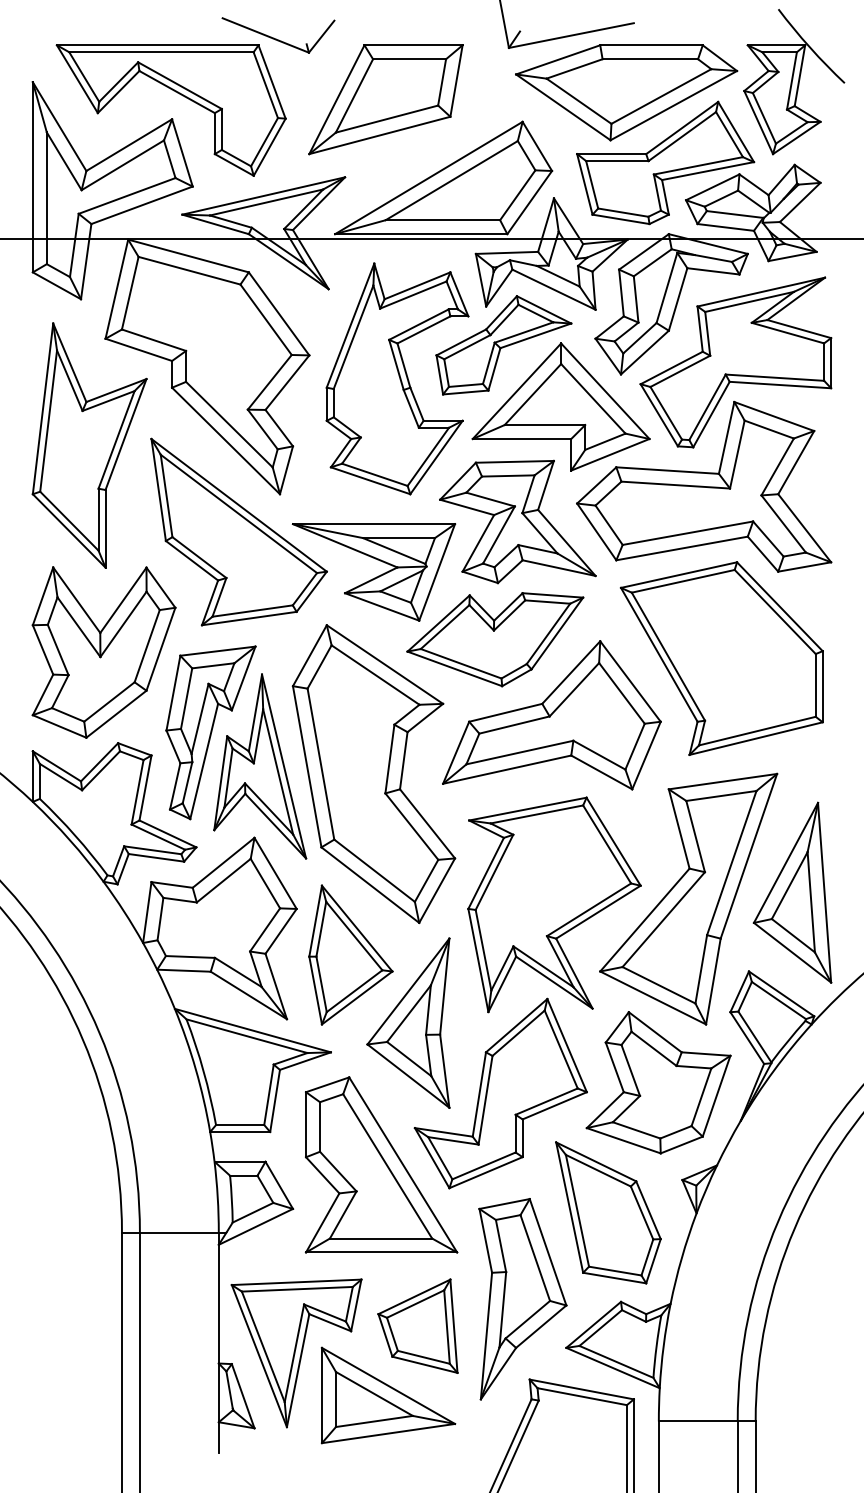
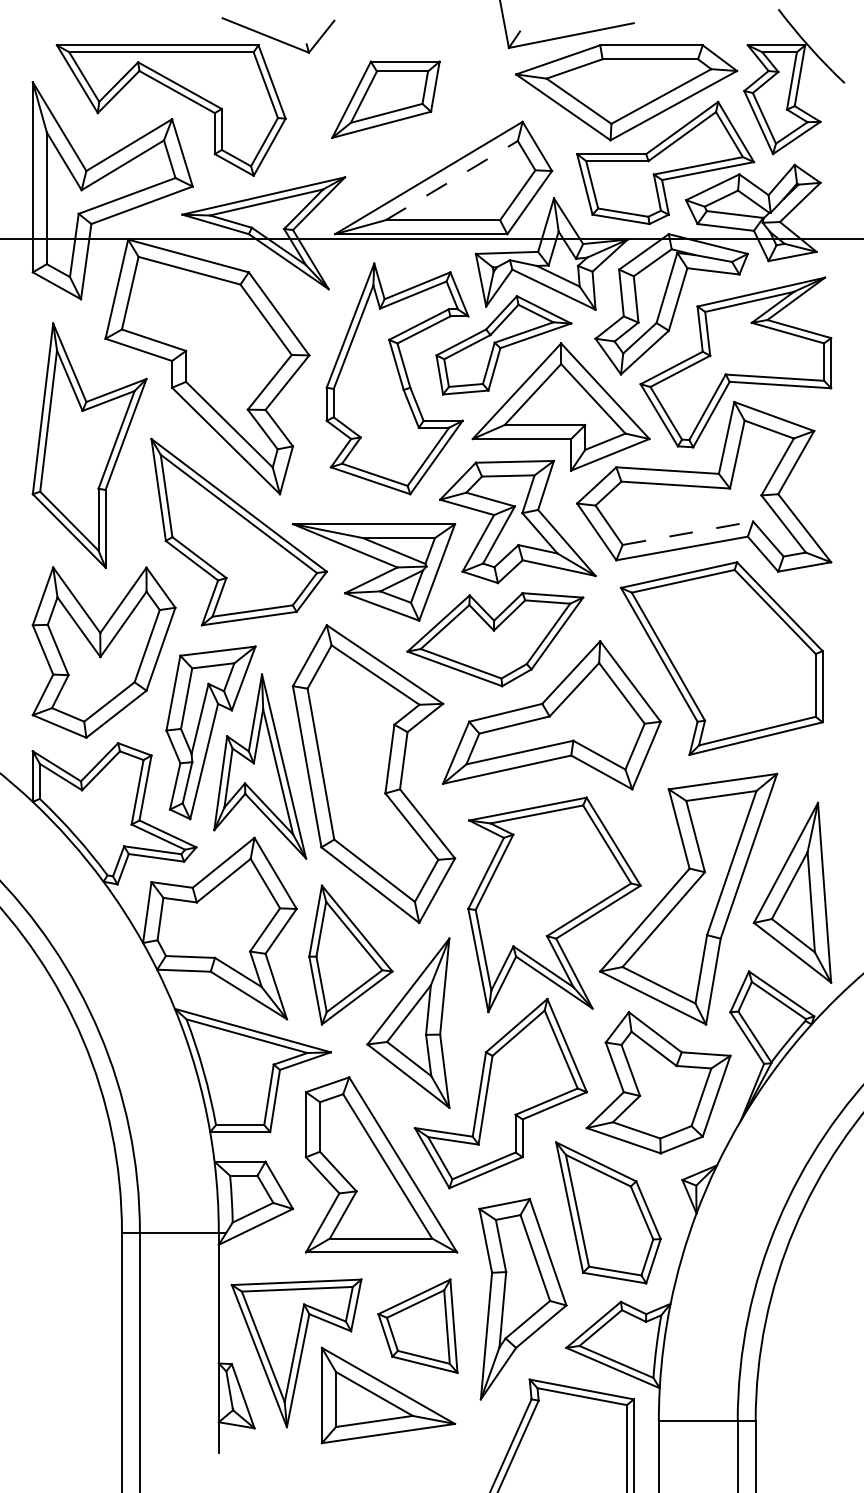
part at (385, 99) size: 156x112 px -> 110x79 px
line at (452, 180): solid -> dashed
line at (688, 533): solid -> dashed
